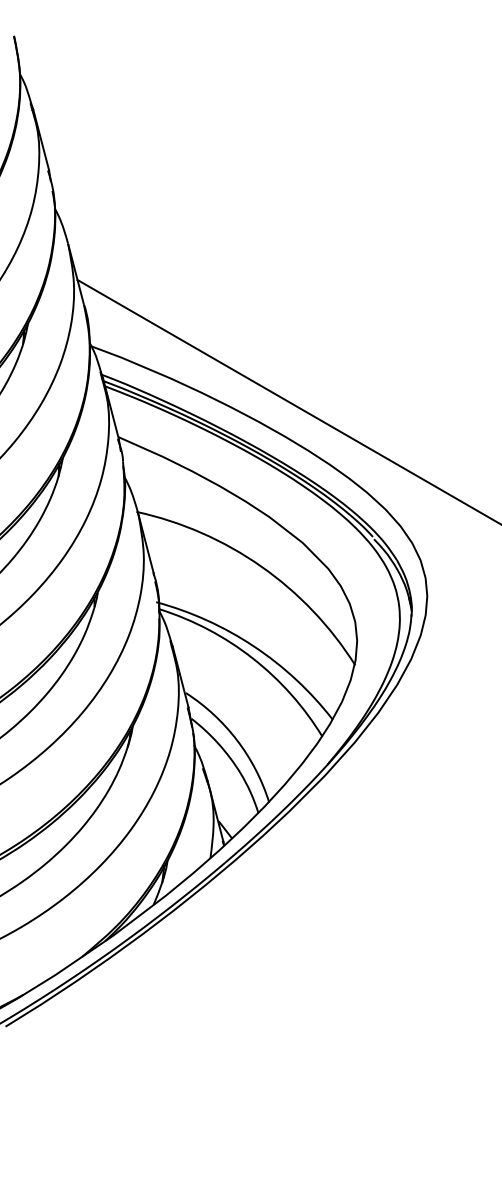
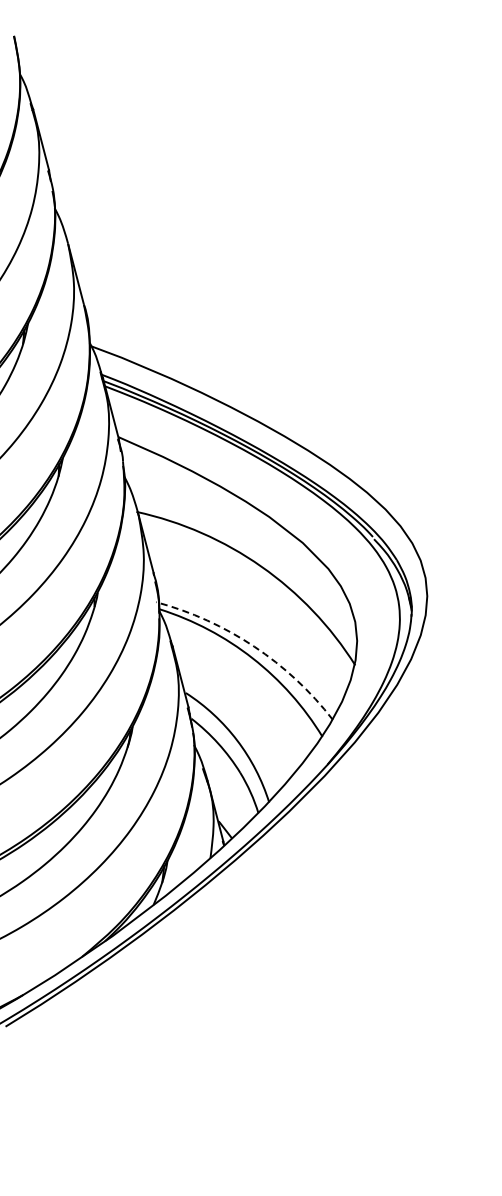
line at (287, 401): present -> none
arc at (254, 646): solid -> dashed
